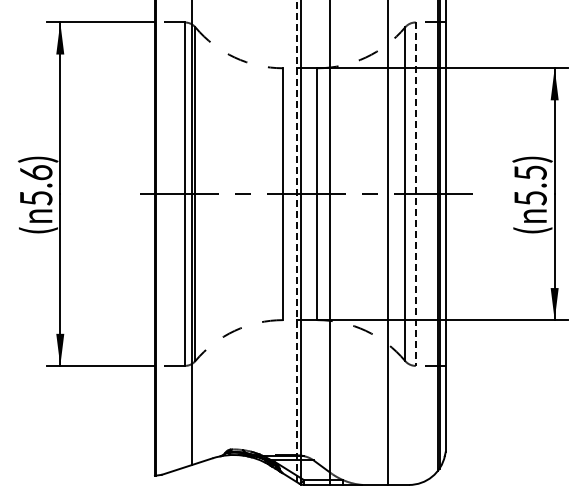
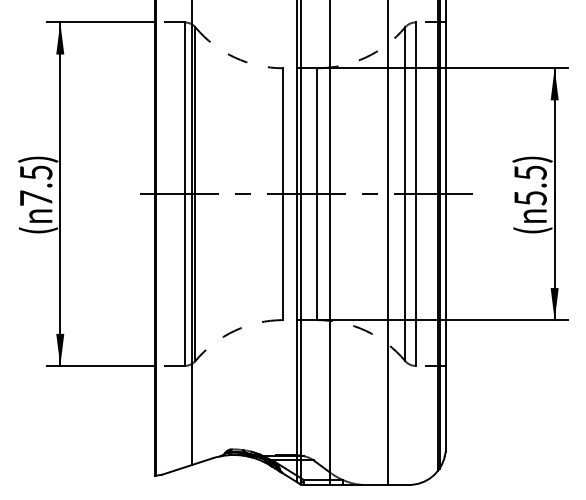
text at (36, 185): 5.6) -> 7.5)
line at (415, 194): dashed -> solid
line at (296, 241): dashed -> solid
